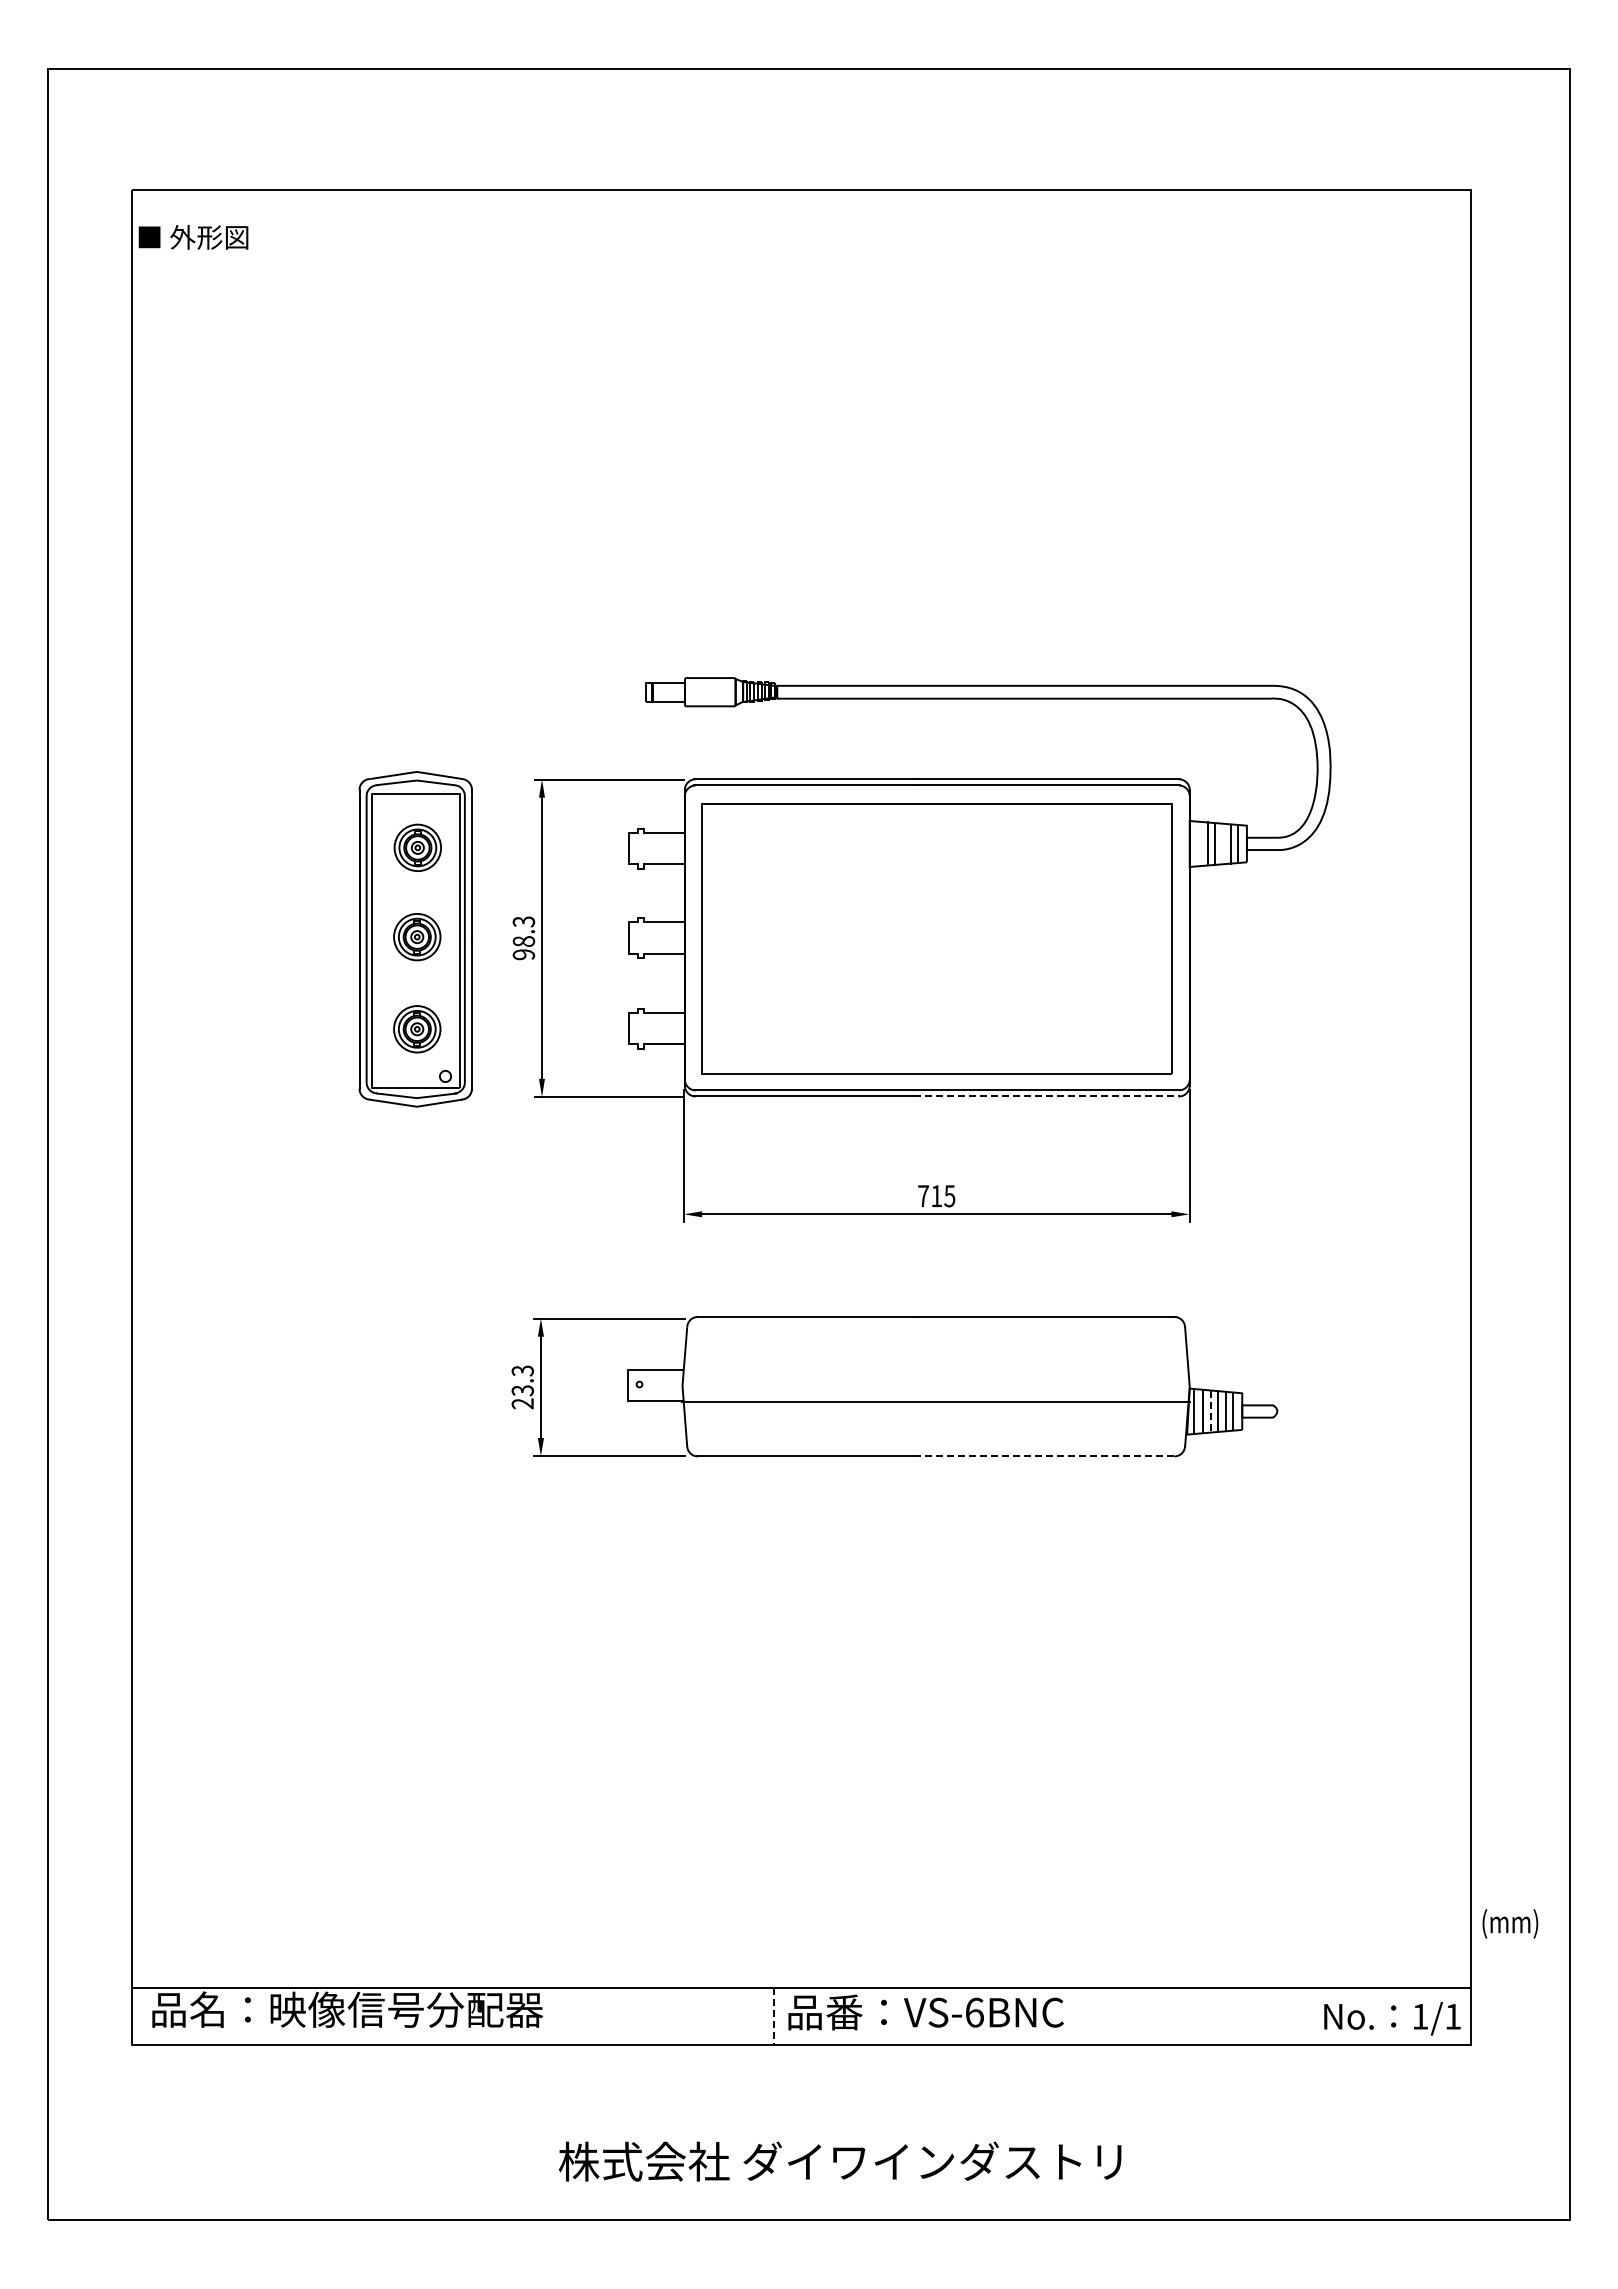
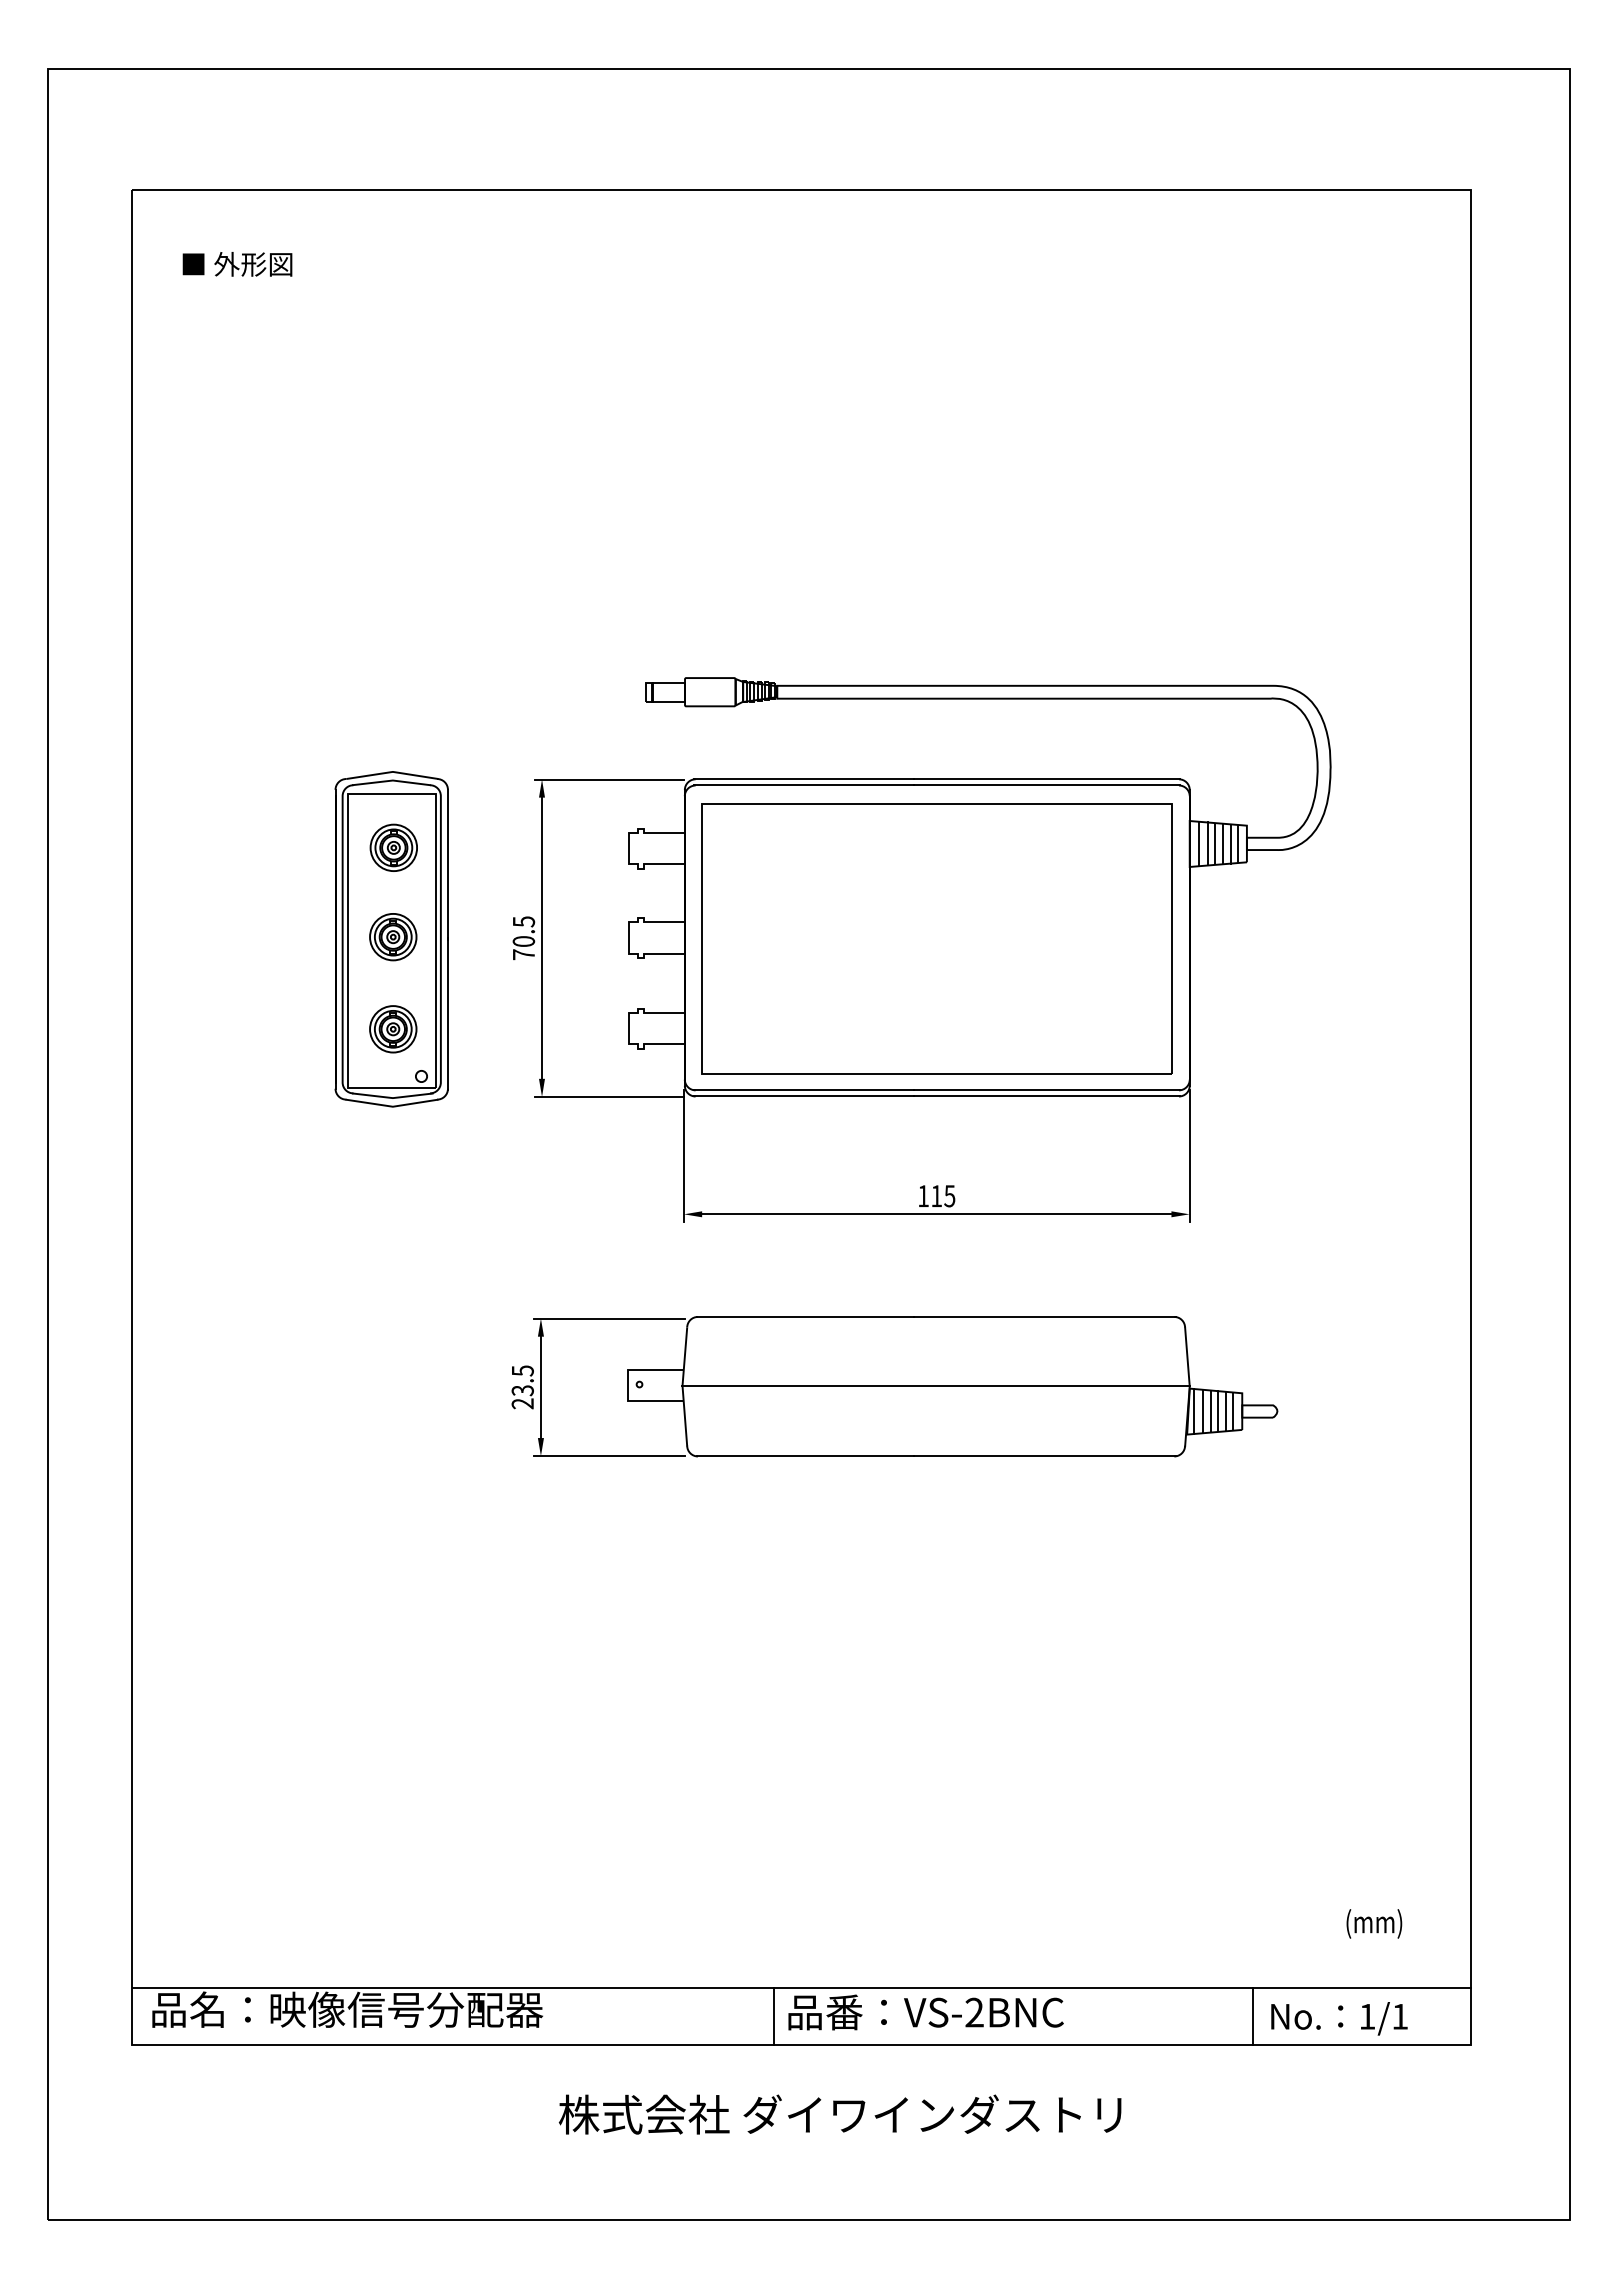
text at (193, 237) position: (193, 237) -> (237, 264)
line at (1199, 843): none -> present
line at (1222, 843): none -> present
text at (523, 938): 98.3 -> 70.5
part at (415, 939) position: (415, 939) -> (391, 939)
line at (1047, 1096): dashed -> solid
text at (923, 1195): 715 -> 115
text at (522, 1370): 23.3 -> 23.5
line at (935, 1401) position: (935, 1401) -> (935, 1385)
line at (1210, 1411): dashed -> solid
line at (1044, 1456): dashed -> solid
text at (1510, 1923) position: (1510, 1923) -> (1374, 1923)
text at (974, 2012): VS-6BNC -> VS-2BNC
line at (773, 2016): dashed -> solid
line at (1252, 2016): none -> present
text at (1392, 2018) position: (1392, 2018) -> (1339, 2018)
text at (839, 2161) position: (839, 2161) -> (839, 2114)
